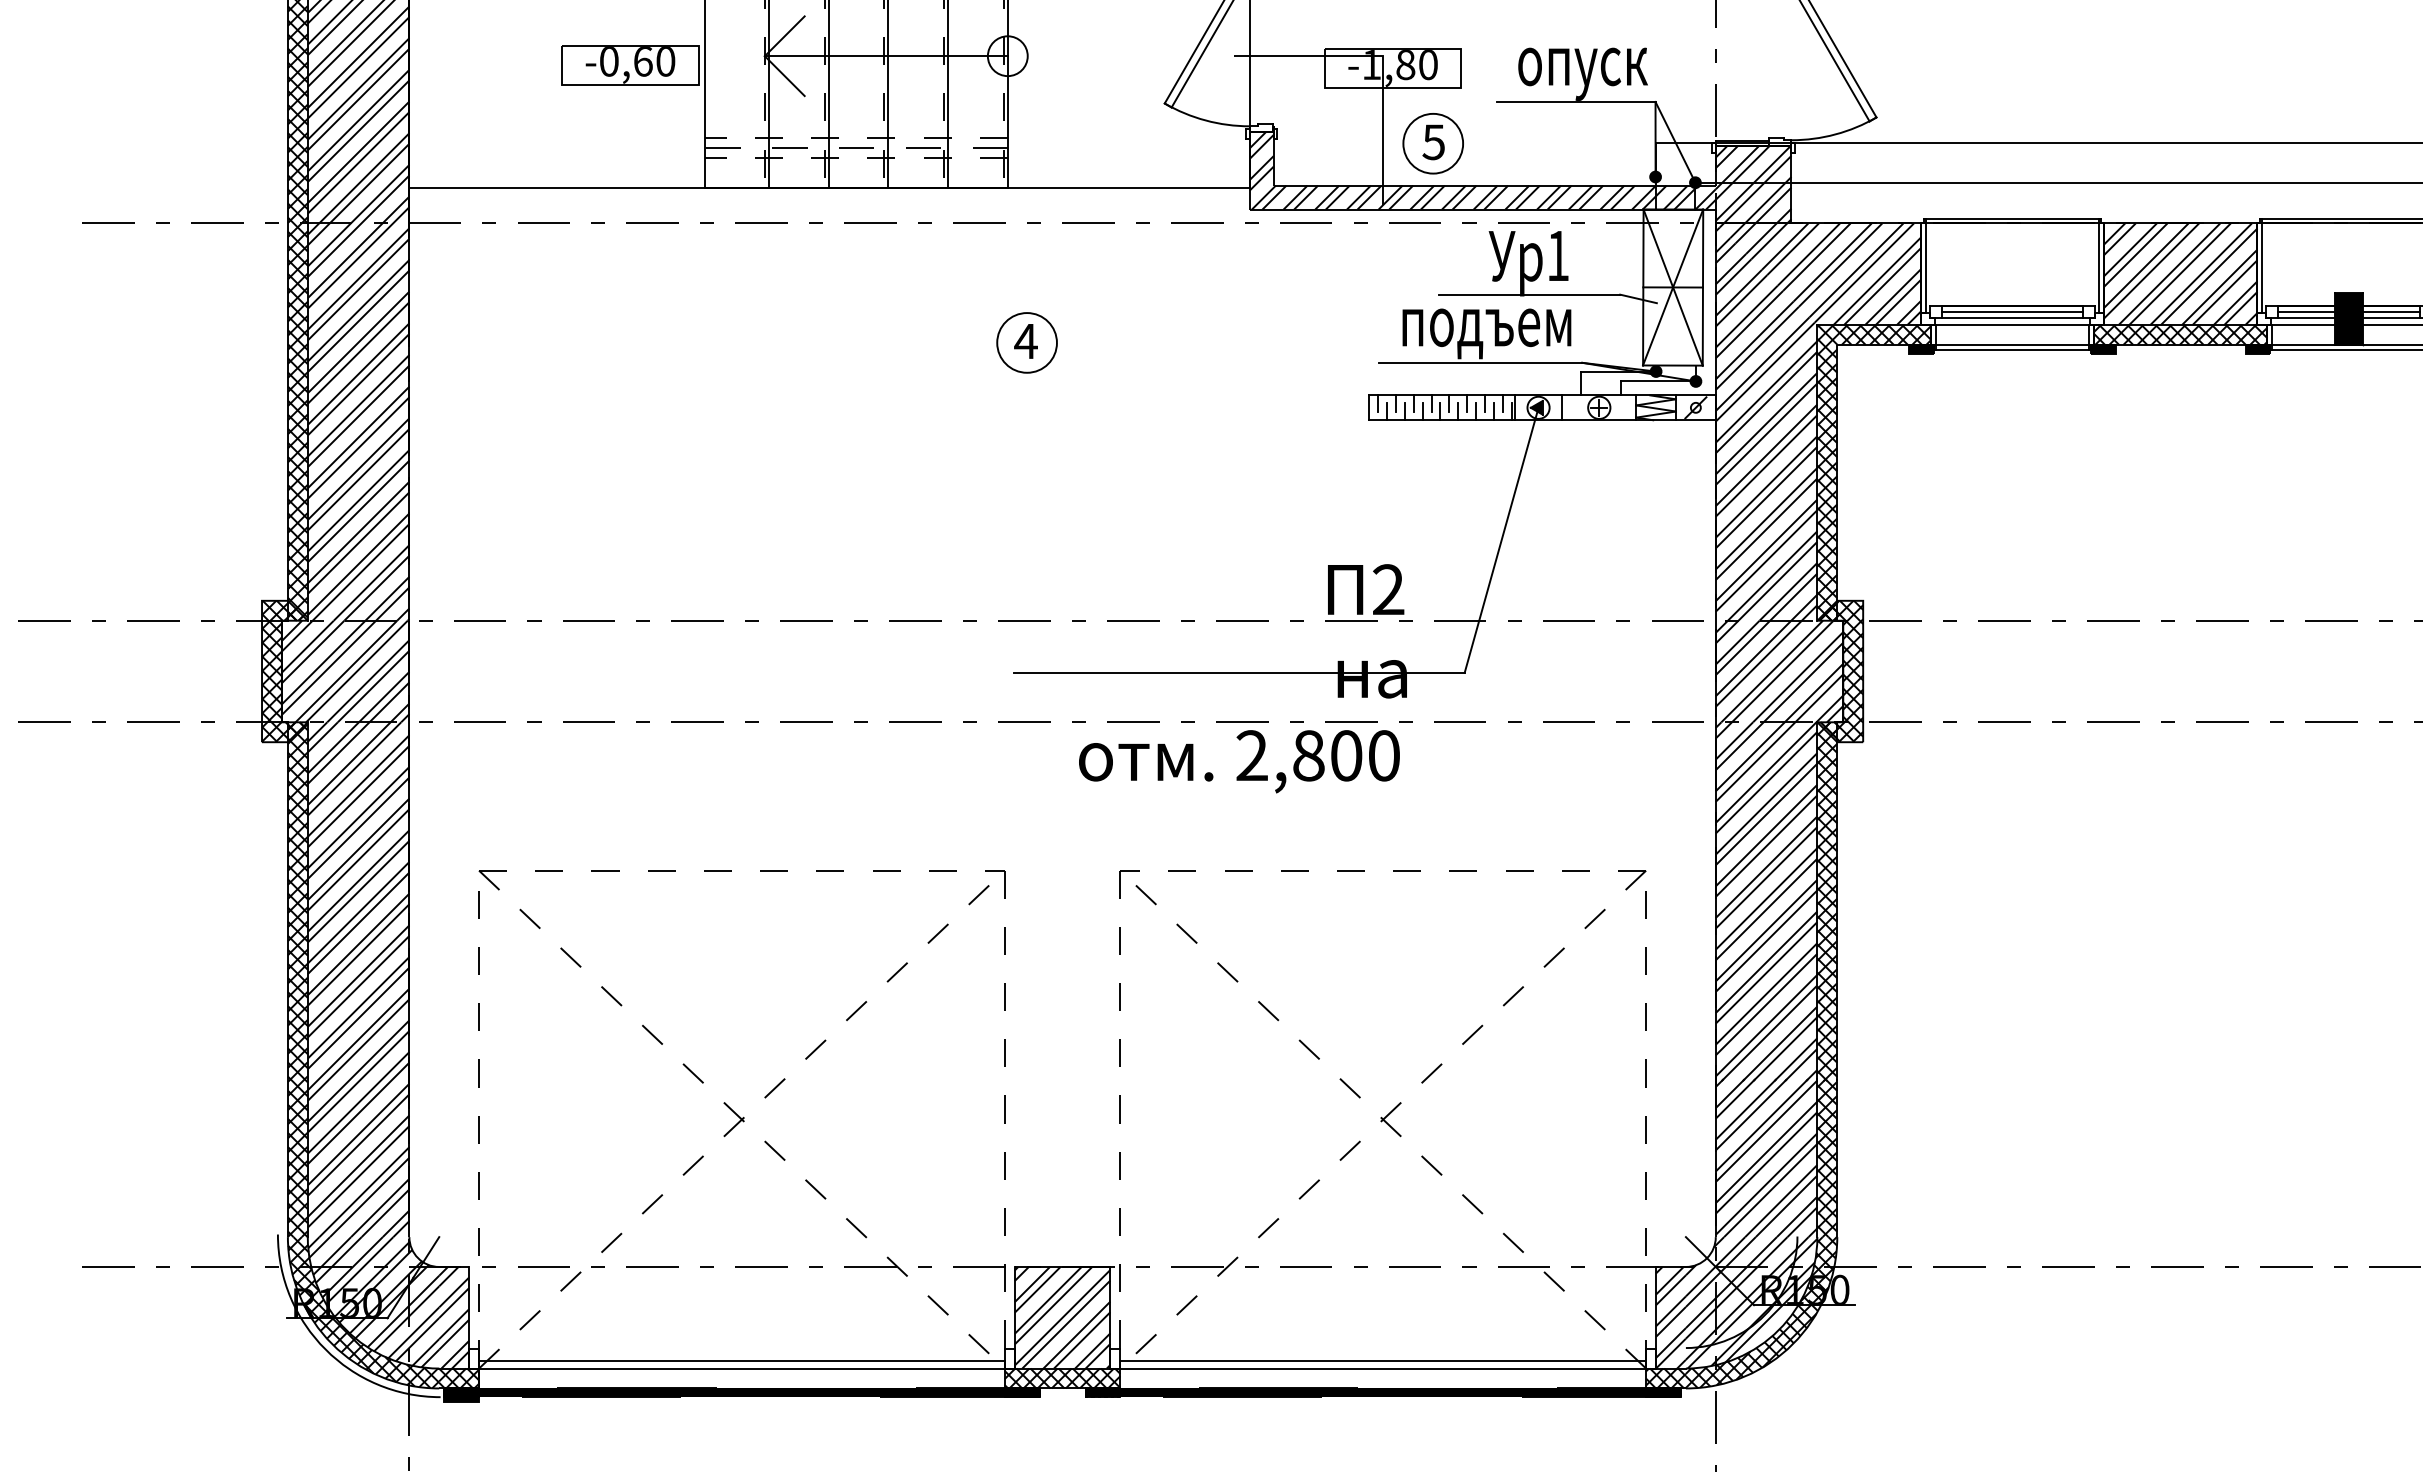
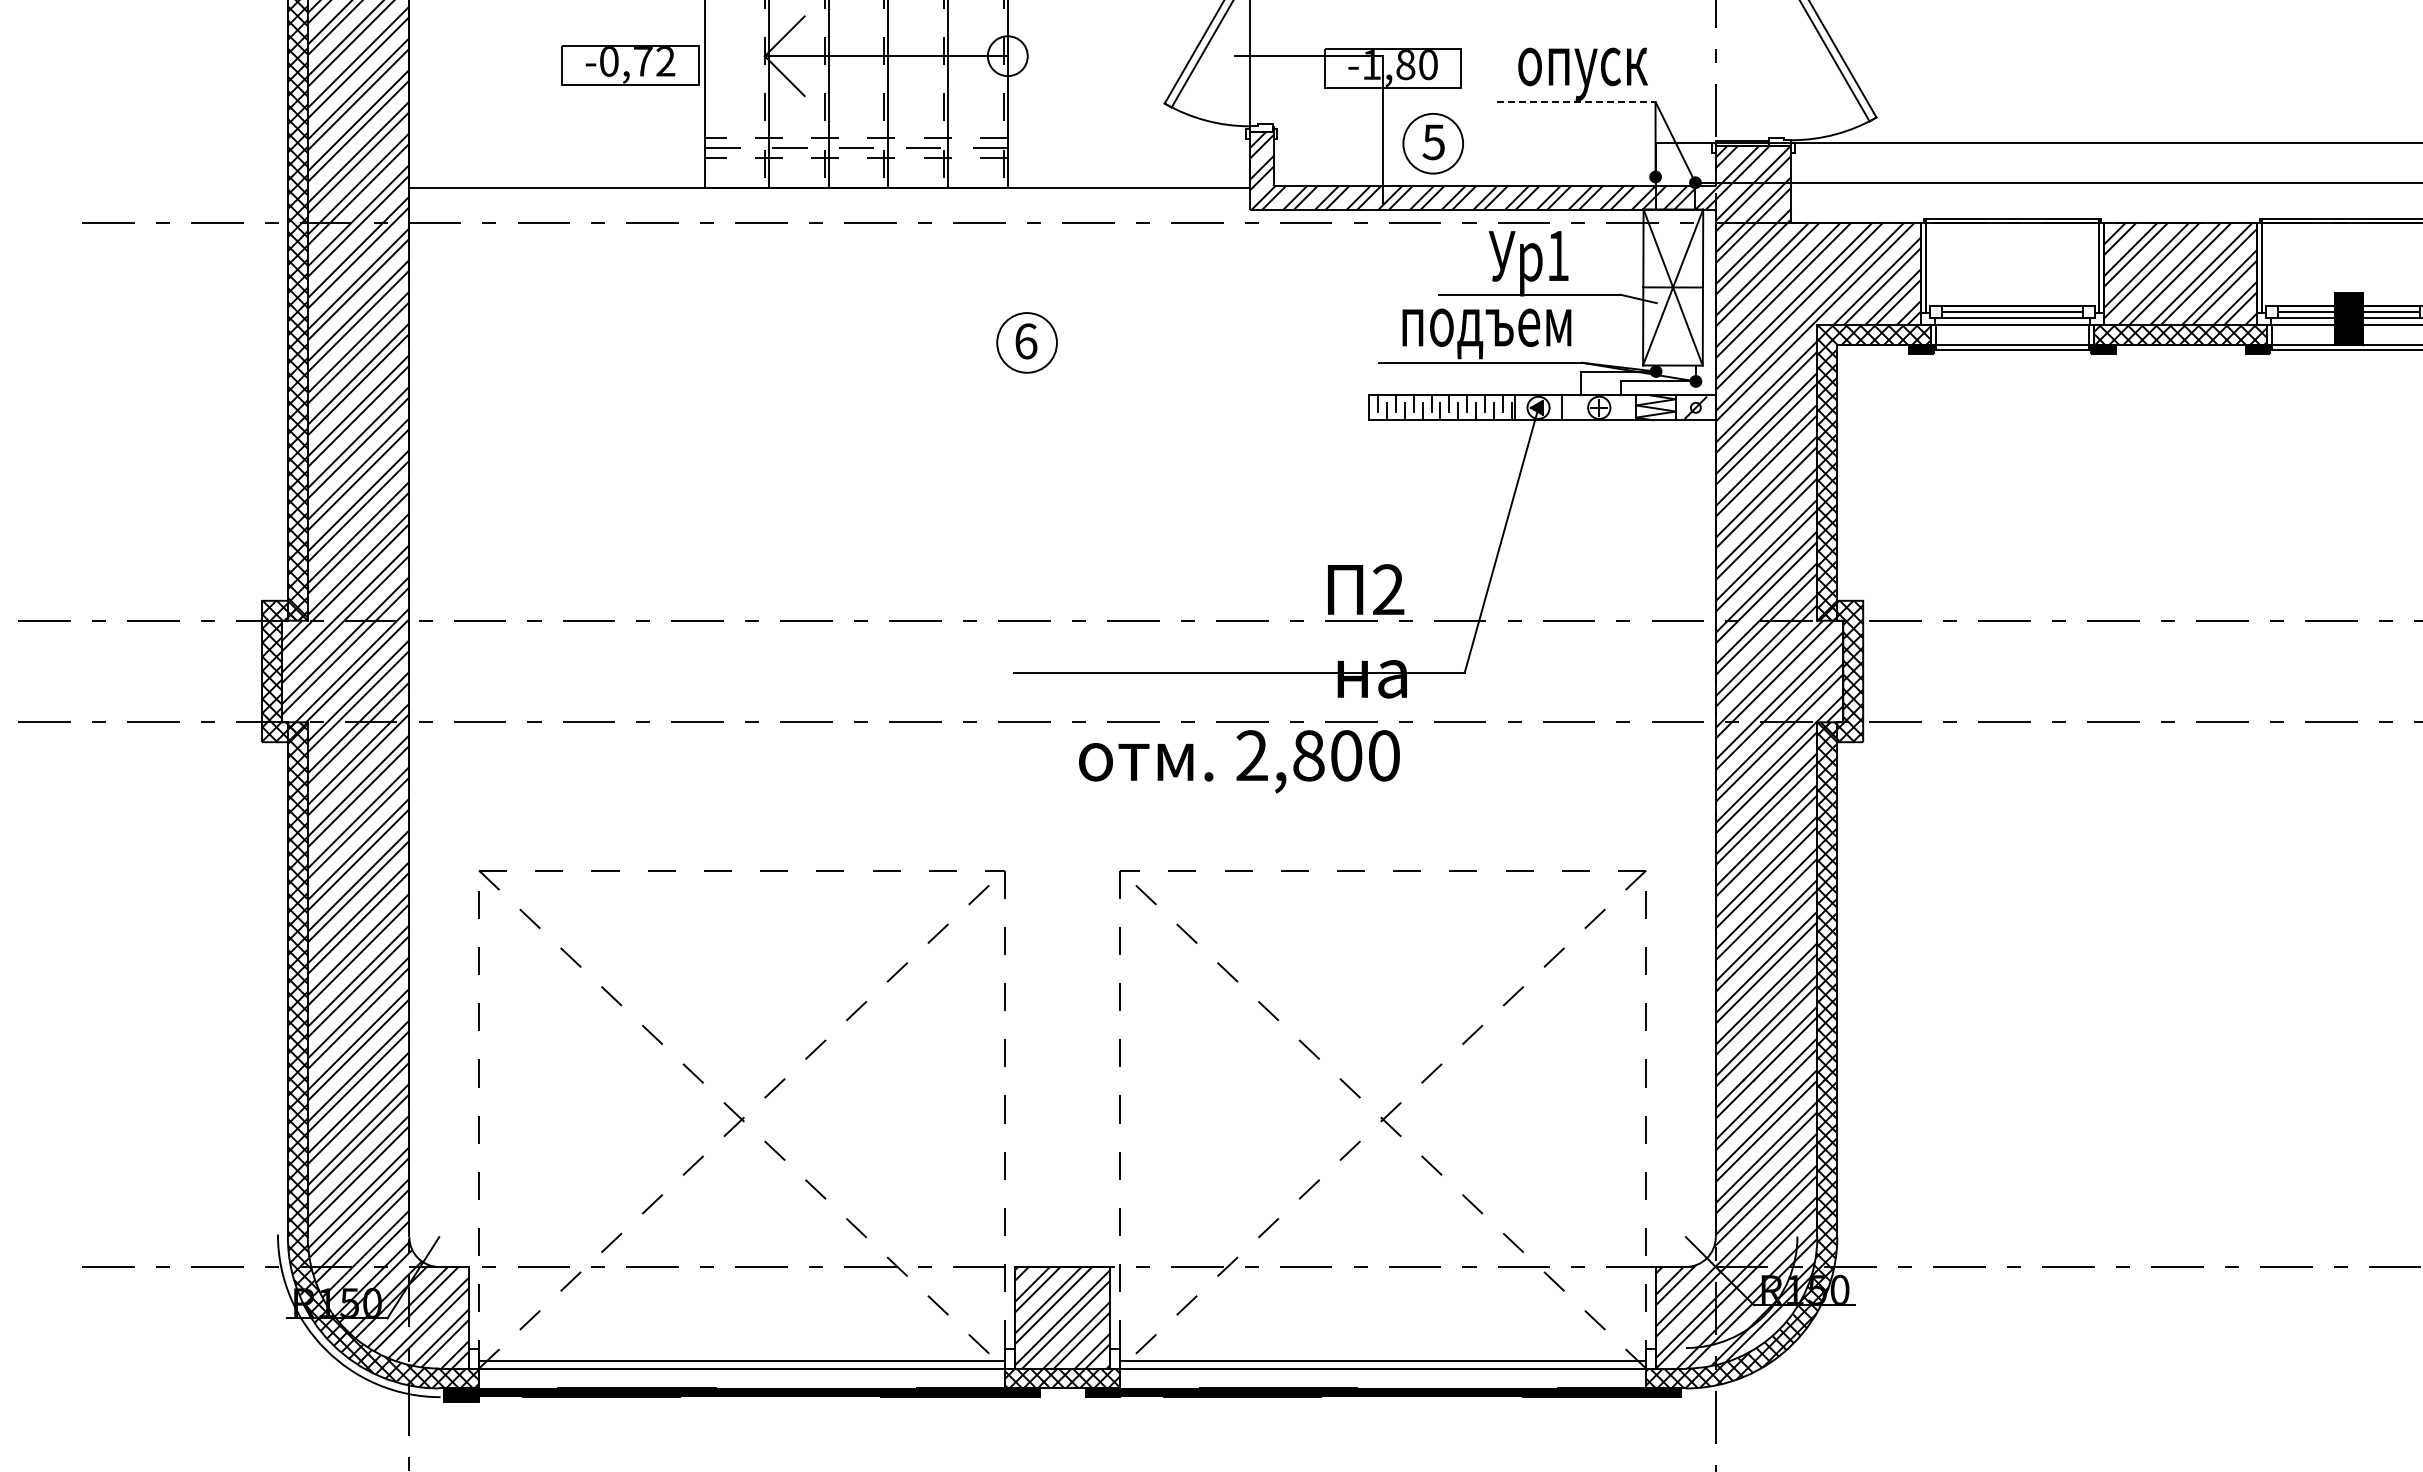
text at (654, 61): -0,60 -> -0,72
line at (1576, 101): solid -> dashed
text at (1025, 341): 4 -> 6
